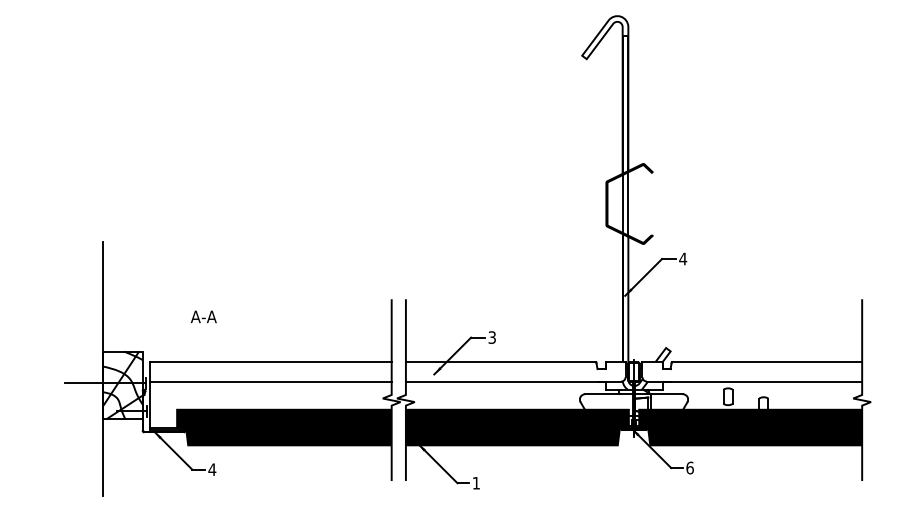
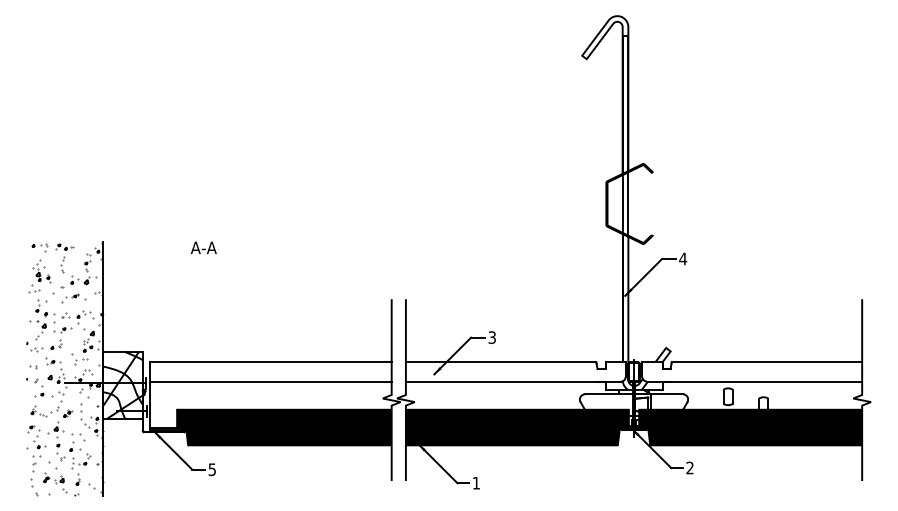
text at (203, 316) position: (203, 316) -> (203, 247)
hatch at (64, 369): none -> present
text at (689, 467): 6 -> 2
text at (212, 469): 4 -> 5
